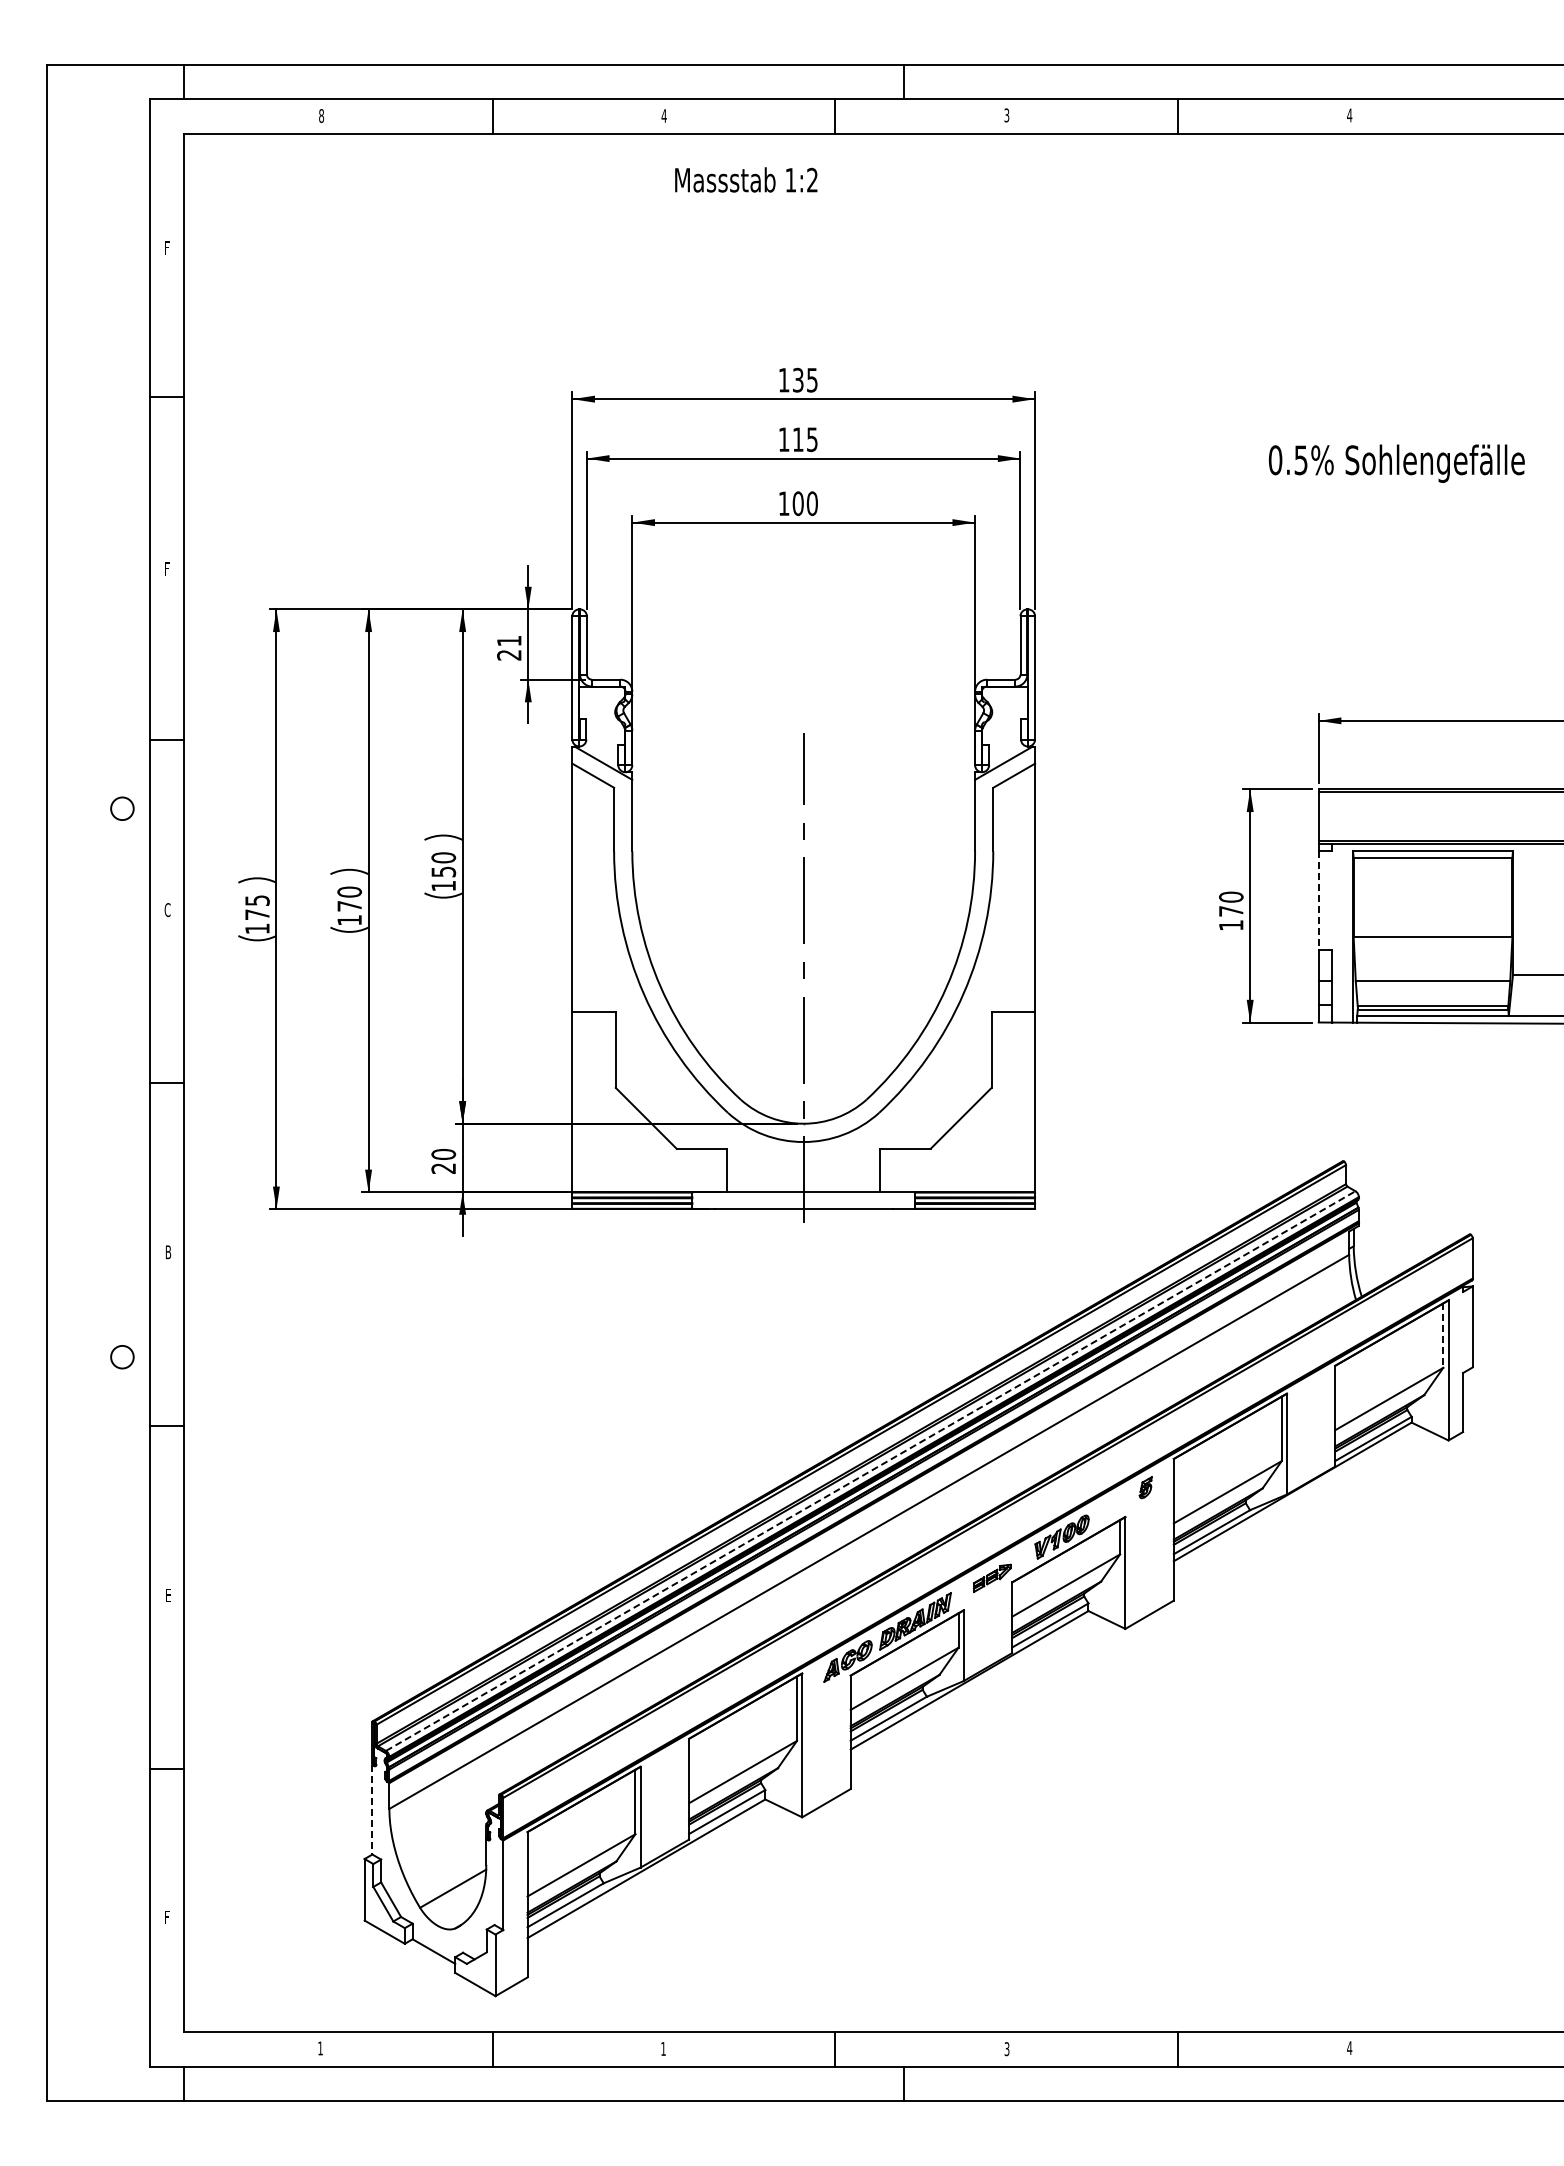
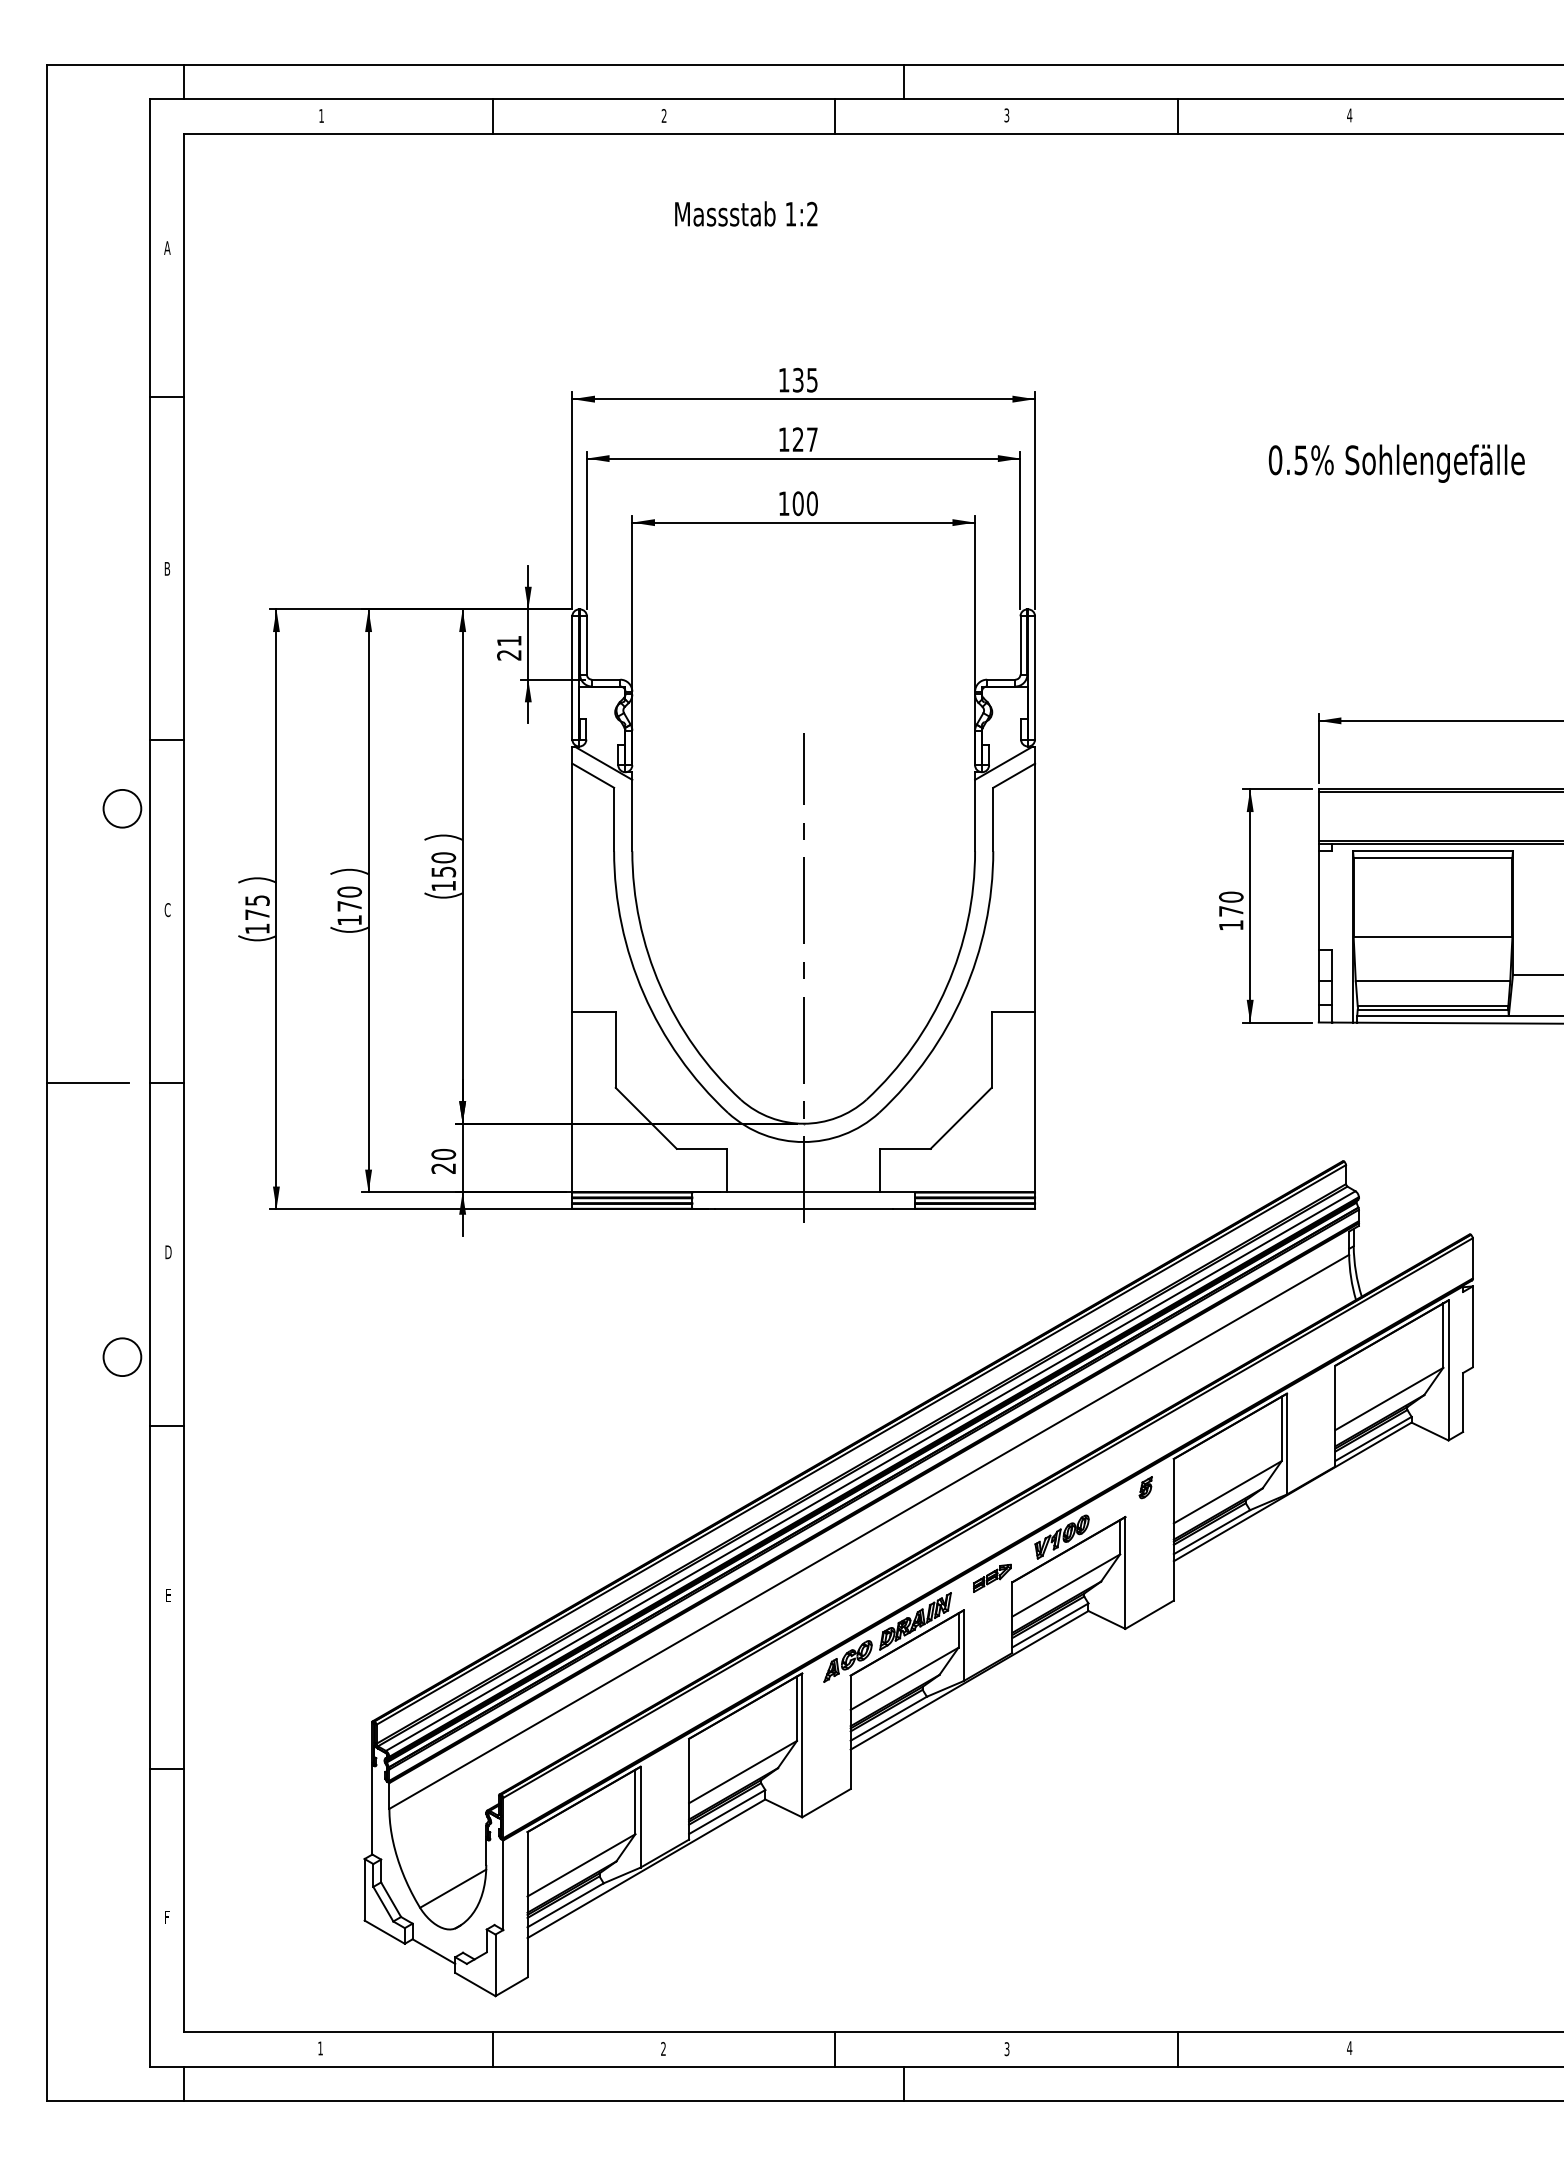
text at (663, 115): 4 -> 2
text at (321, 116): 8 -> 1
text at (746, 179) position: (746, 179) -> (746, 213)
text at (167, 247): F -> A
text at (804, 439): 115 -> 127
text at (167, 568): F -> B
circle at (122, 808) diameter: 23 px -> 38 px
line at (1318, 900): dashed -> solid
line at (88, 1083): none -> present
text at (168, 1252): B -> D
line at (1443, 1336): dashed -> solid
circle at (122, 1356) diameter: 23 px -> 38 px
line at (870, 1471): dashed -> solid
line at (372, 1809): dashed -> solid
text at (663, 2048): 1 -> 2
